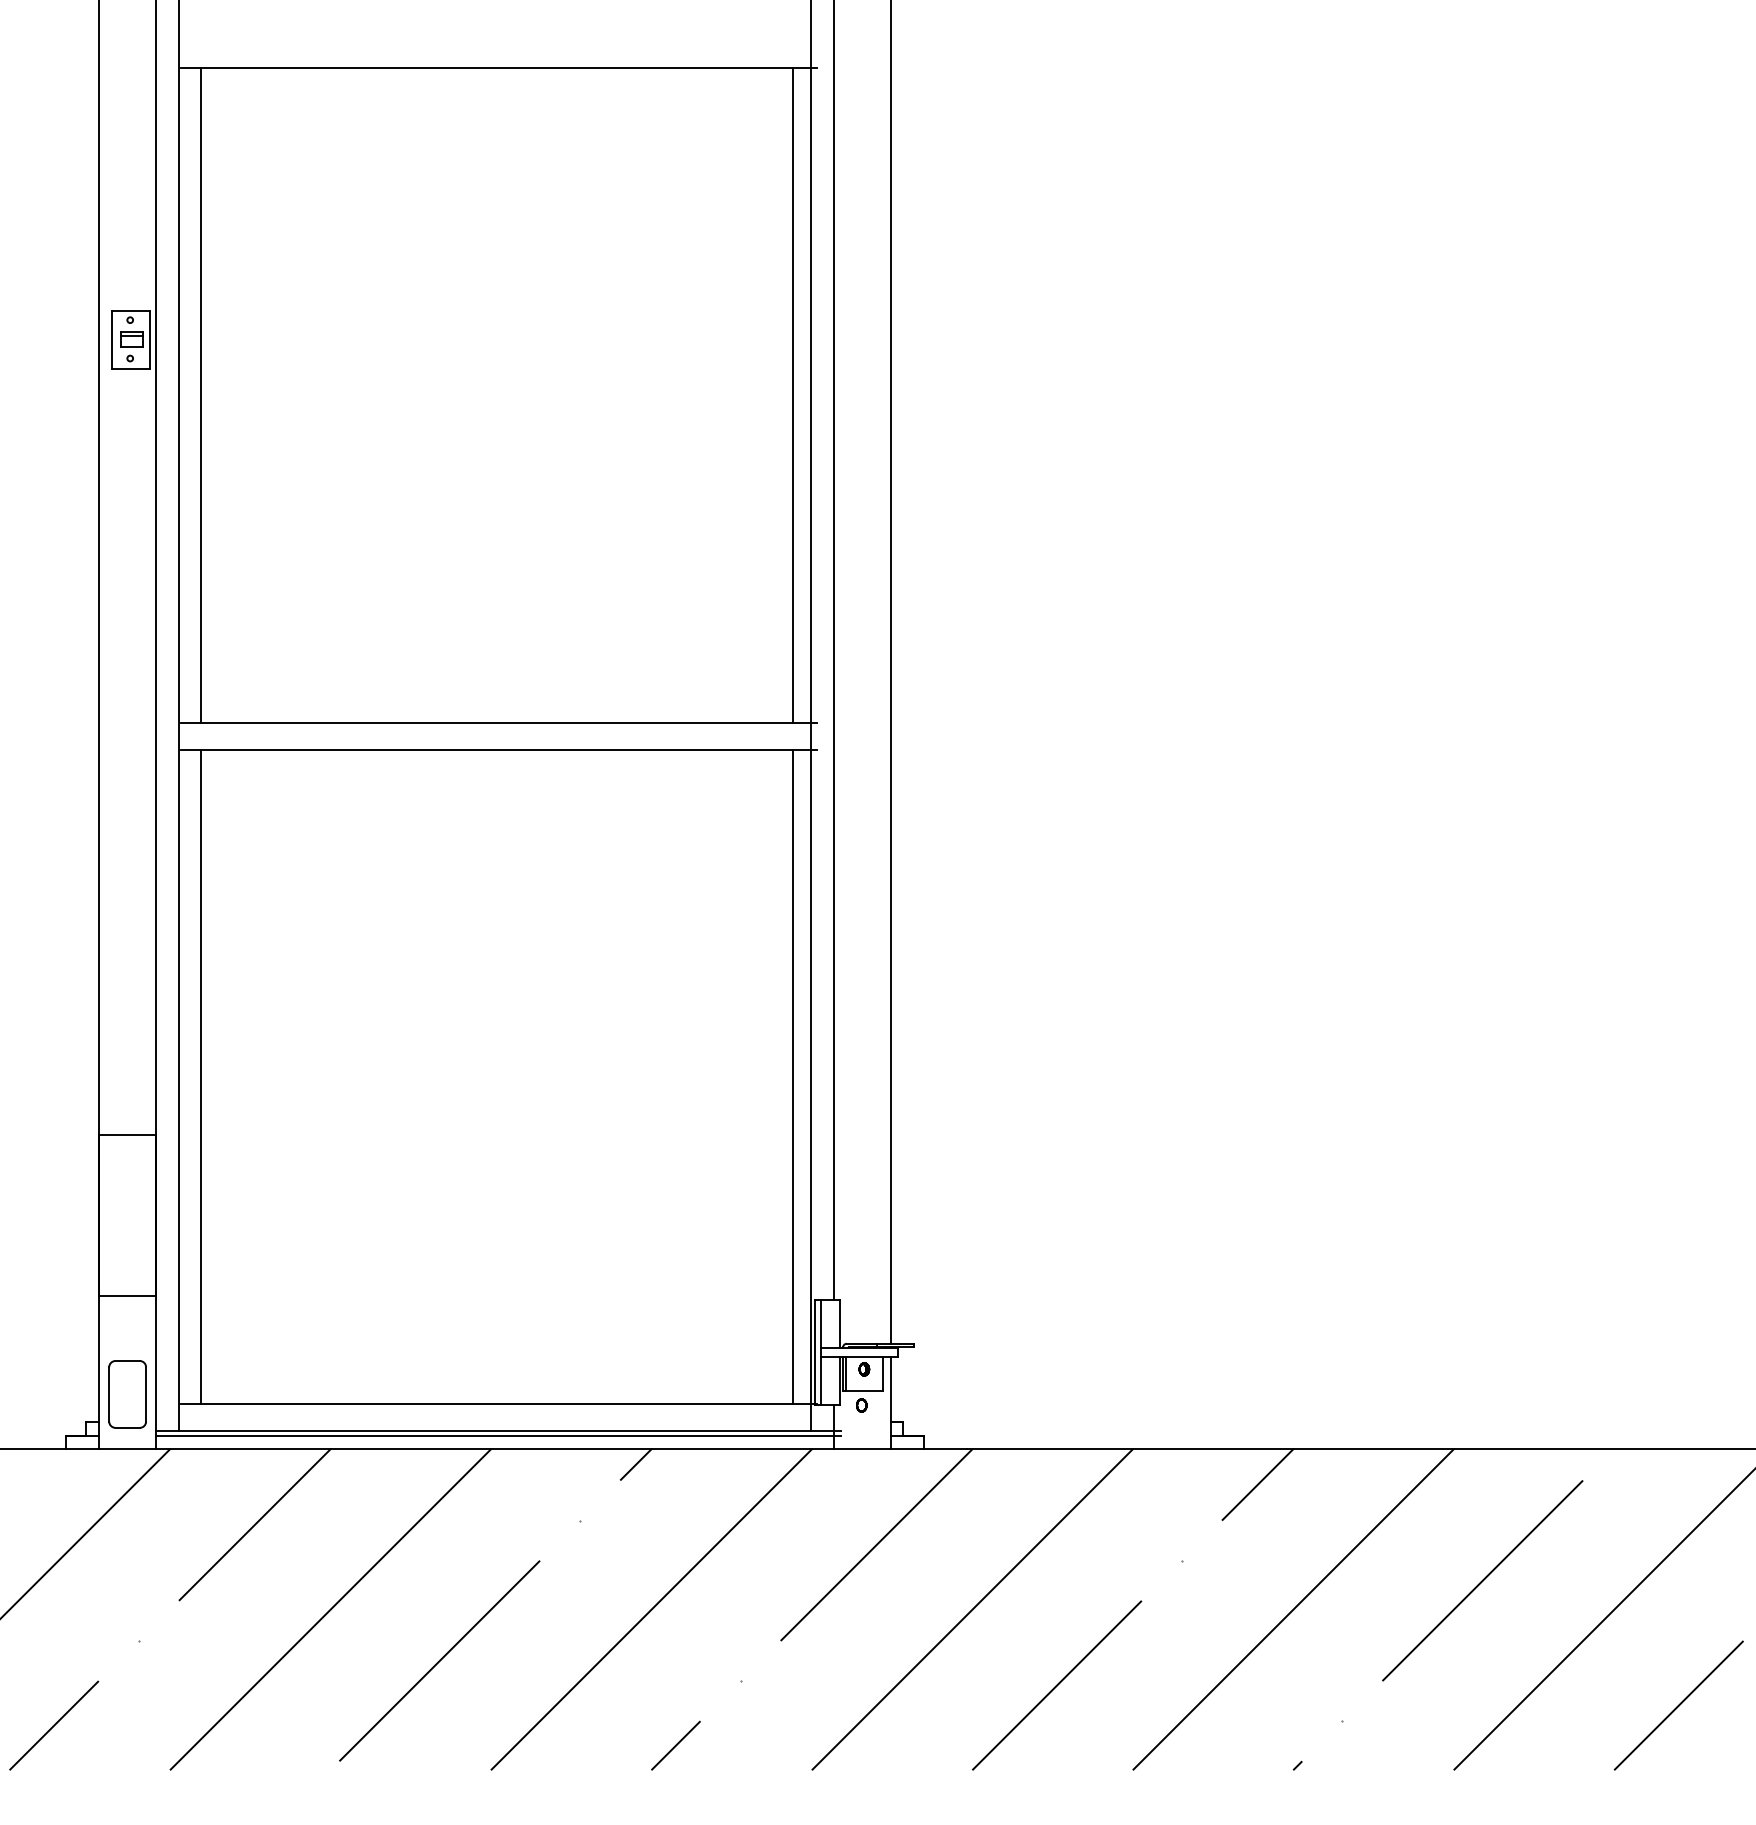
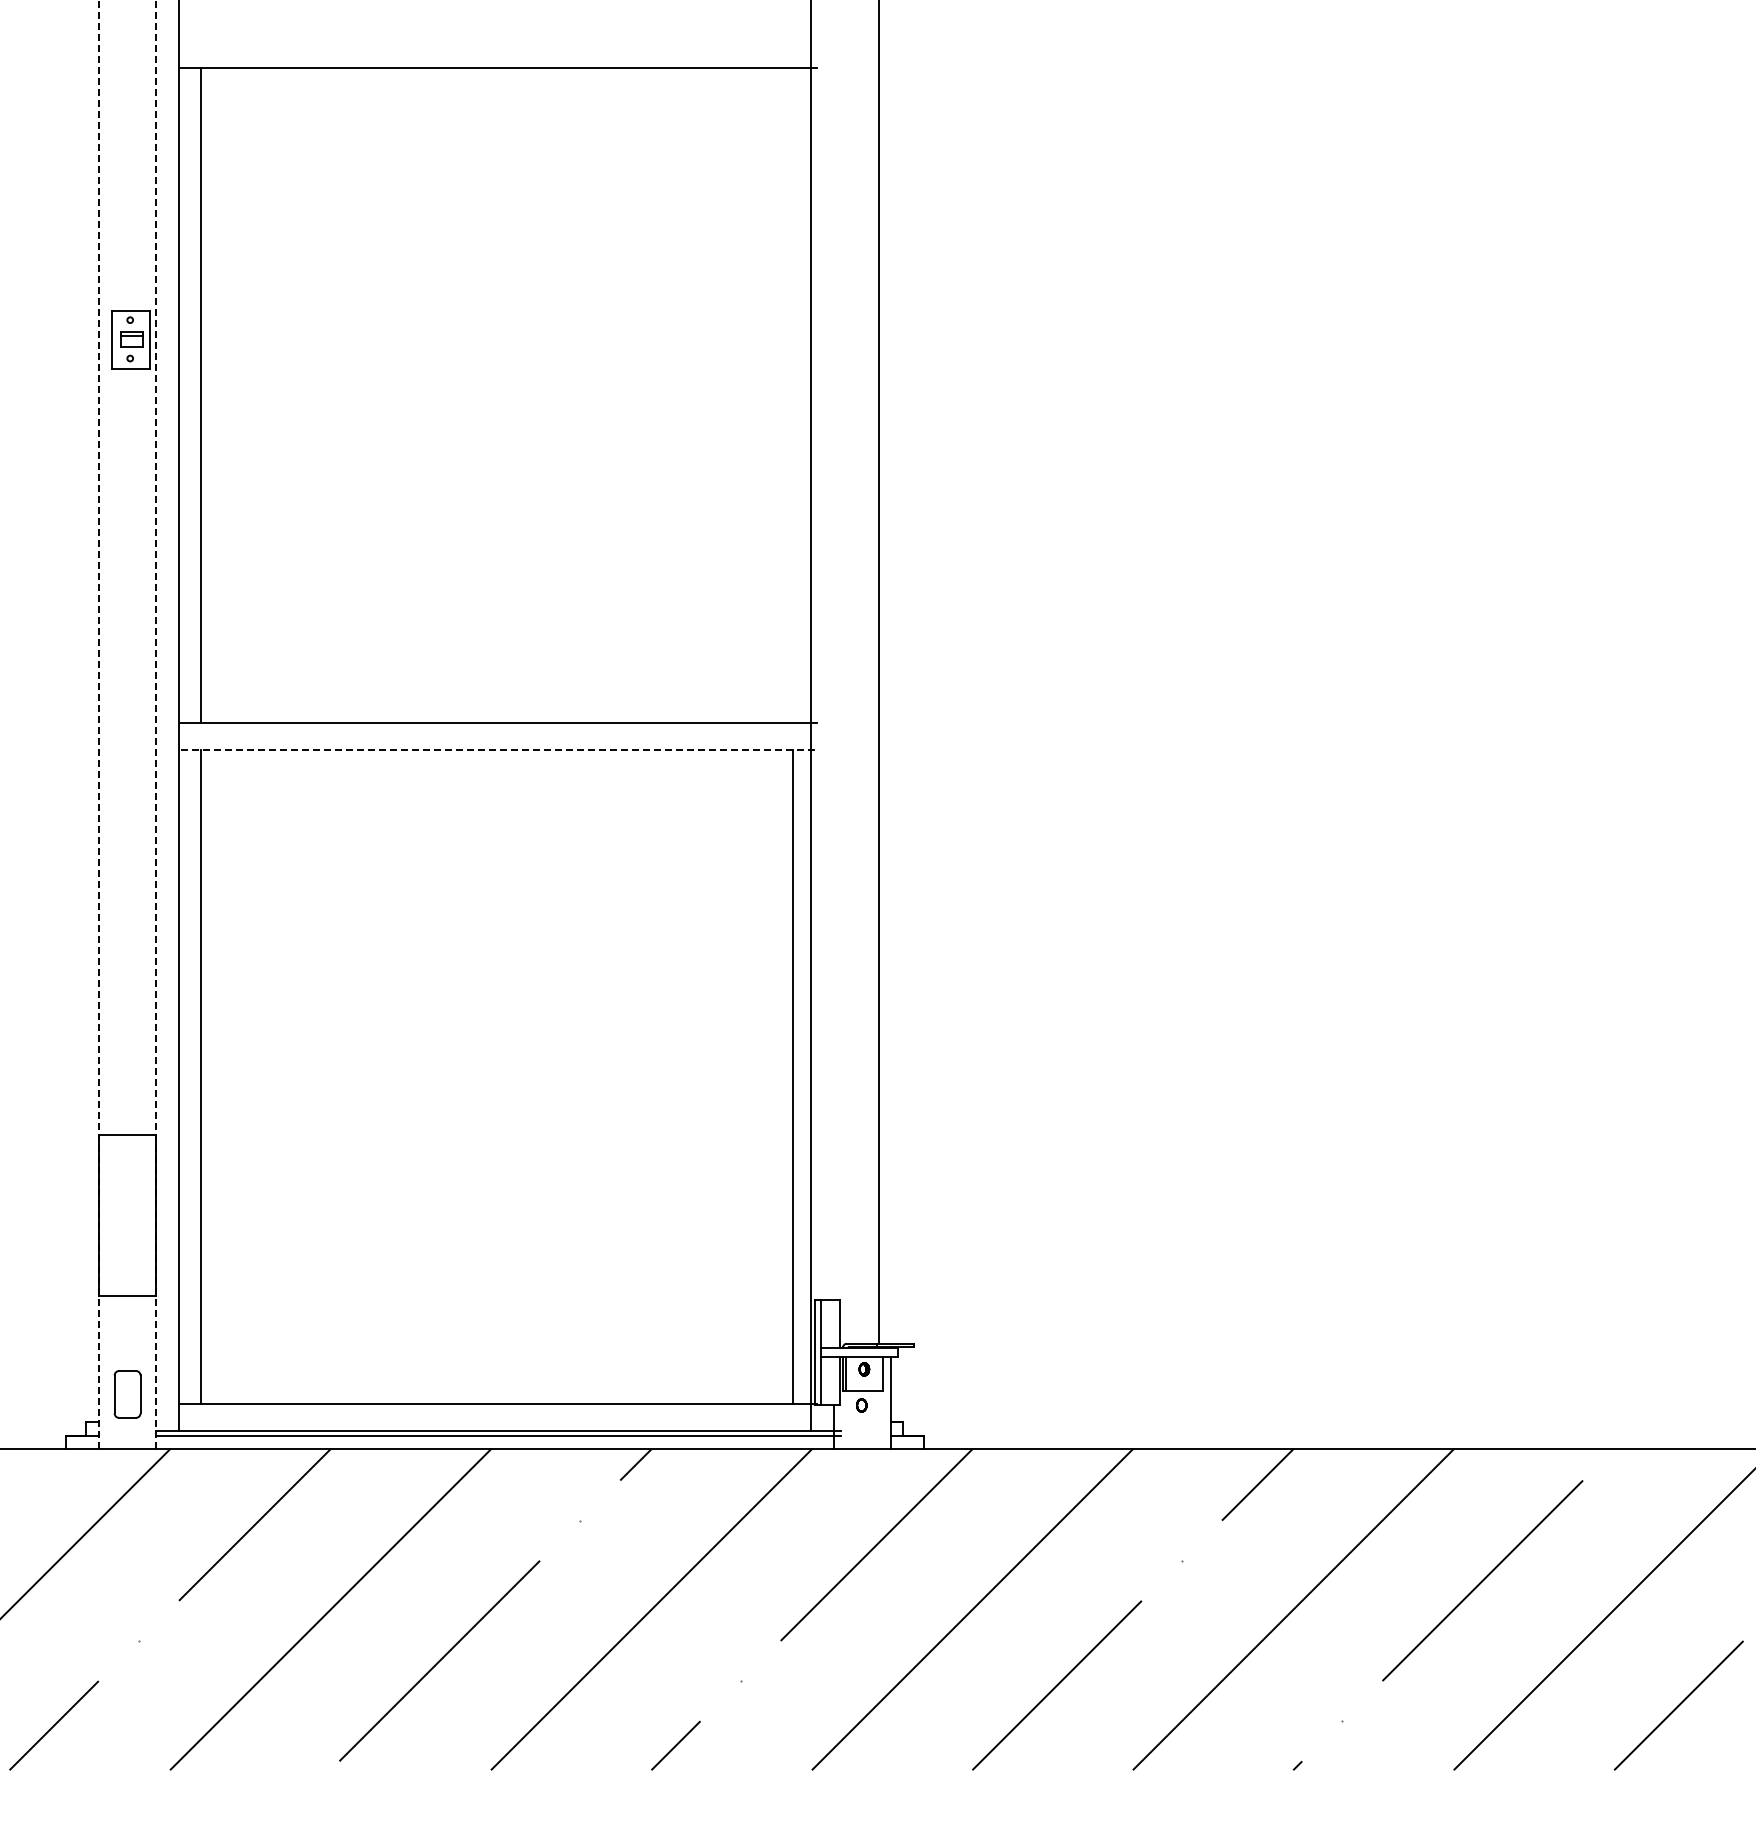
line at (792, 395): present -> none
line at (833, 650): present -> none
line at (890, 672) position: (890, 672) -> (878, 672)
line at (99, 724): solid -> dashed
line at (156, 724): solid -> dashed
line at (499, 749): solid -> dashed
part at (127, 1394) size: 39x69 px -> 29x49 px
